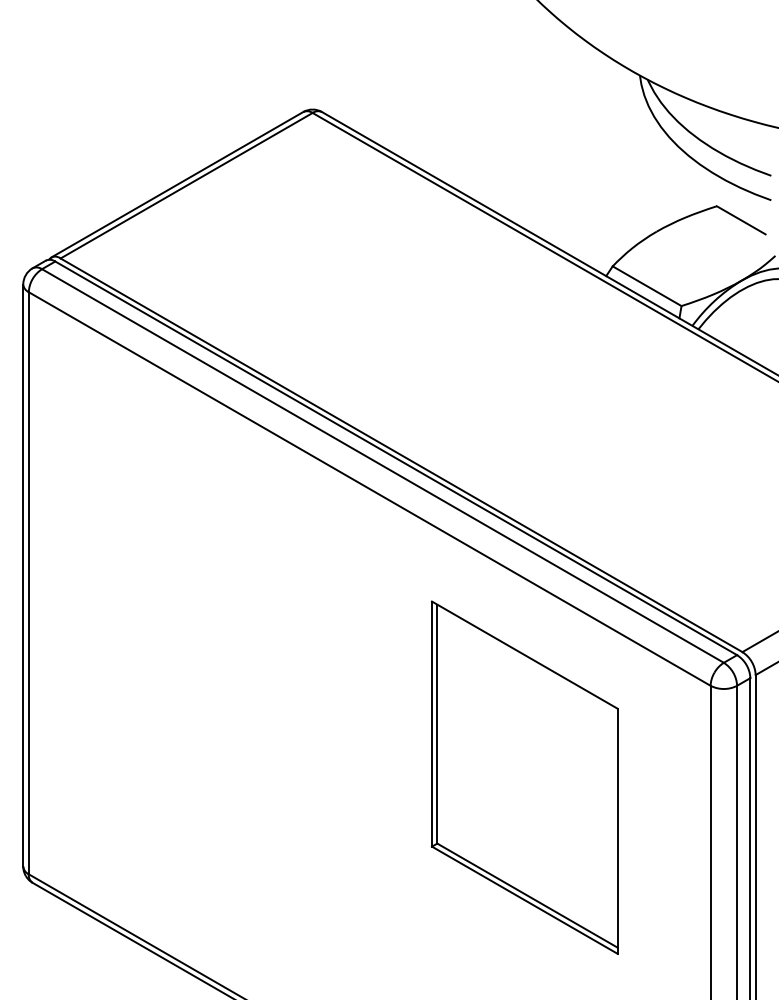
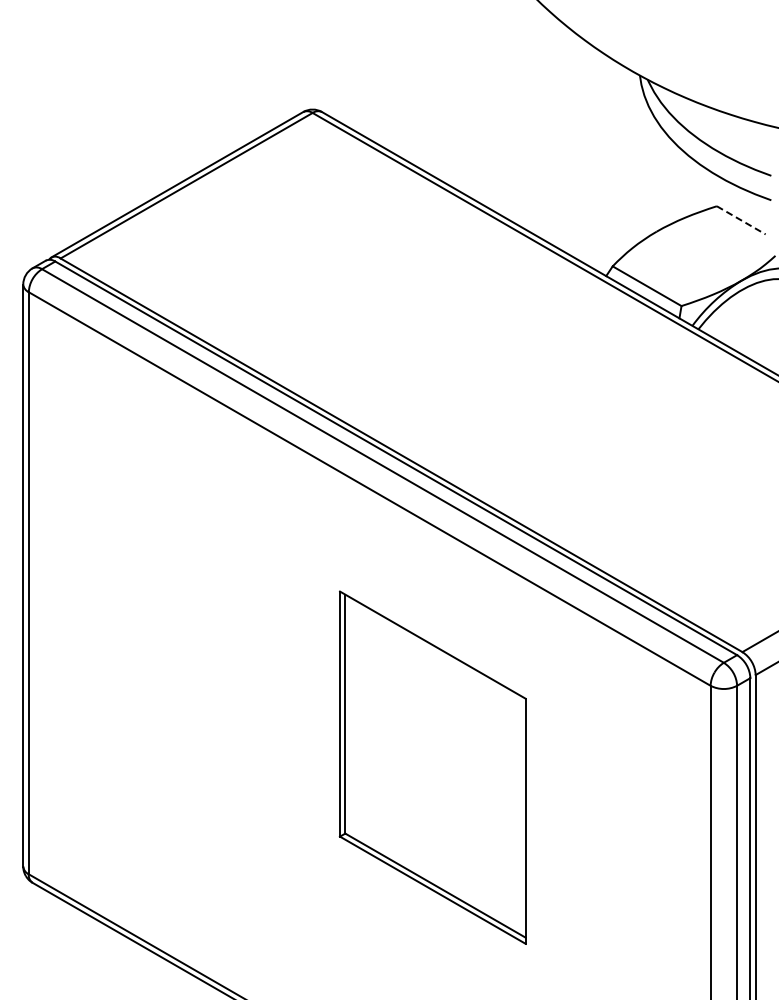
line at (741, 220): solid -> dashed
part at (524, 777) position: (524, 777) -> (432, 767)
